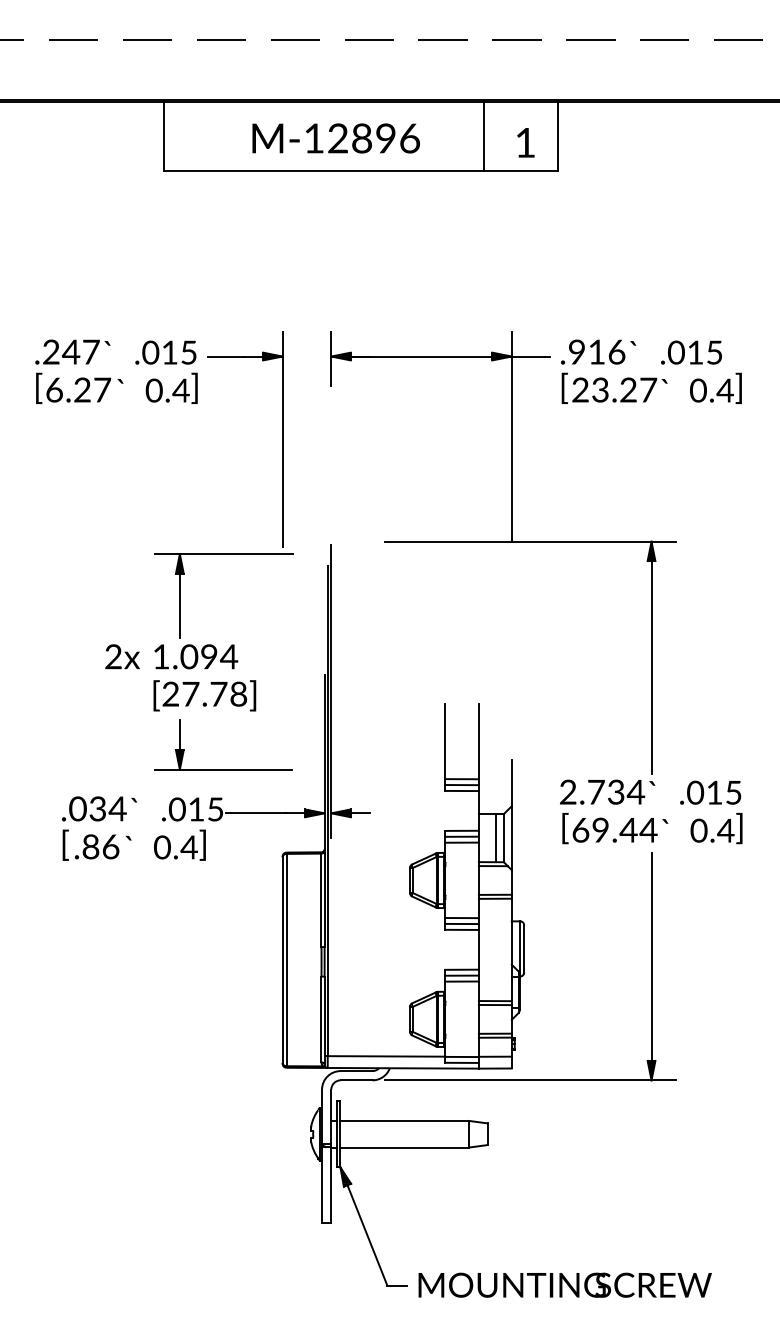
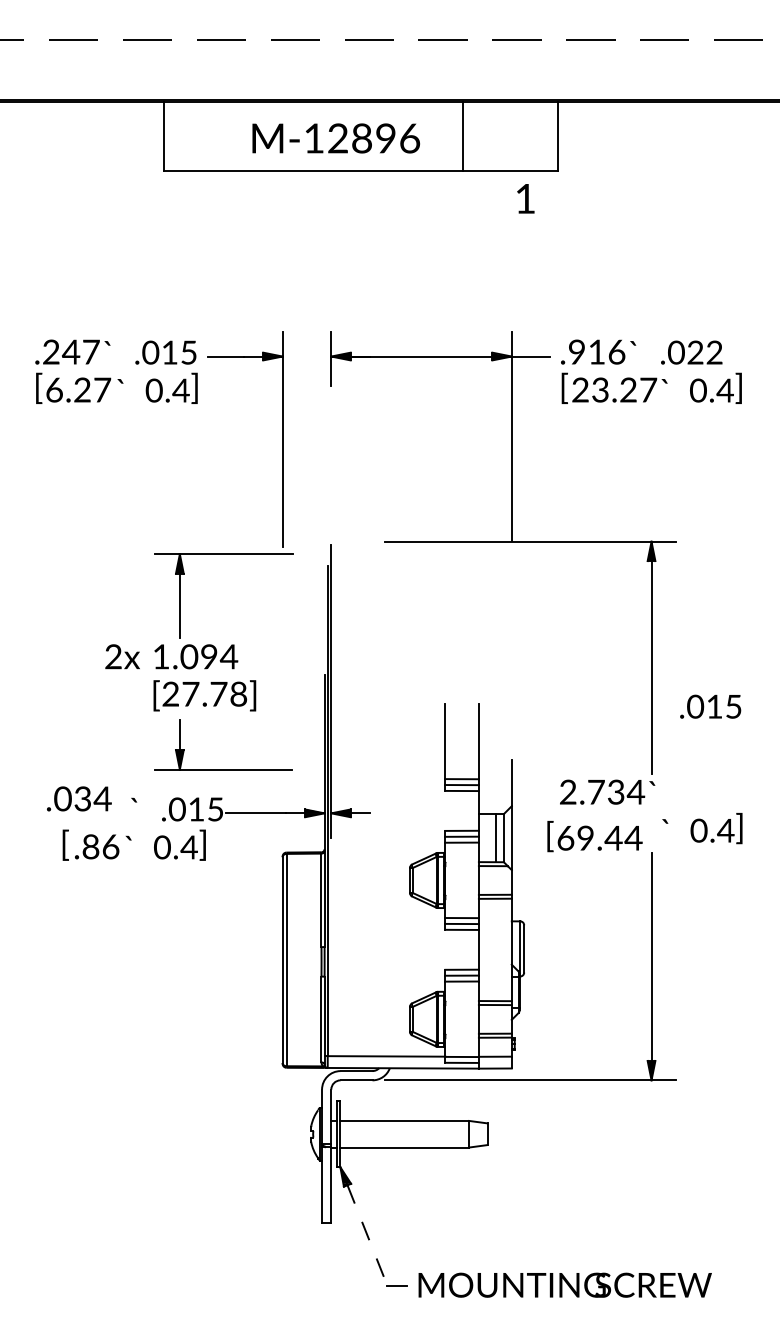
line at (483, 135) position: (483, 135) -> (462, 135)
text at (525, 142) position: (525, 142) -> (525, 198)
text at (704, 352): .015 -> .022
text at (710, 792) position: (710, 792) -> (710, 706)
text at (94, 808) position: (94, 808) -> (79, 798)
text at (609, 828) position: (609, 828) -> (594, 836)
line at (367, 1235): solid -> dashed
